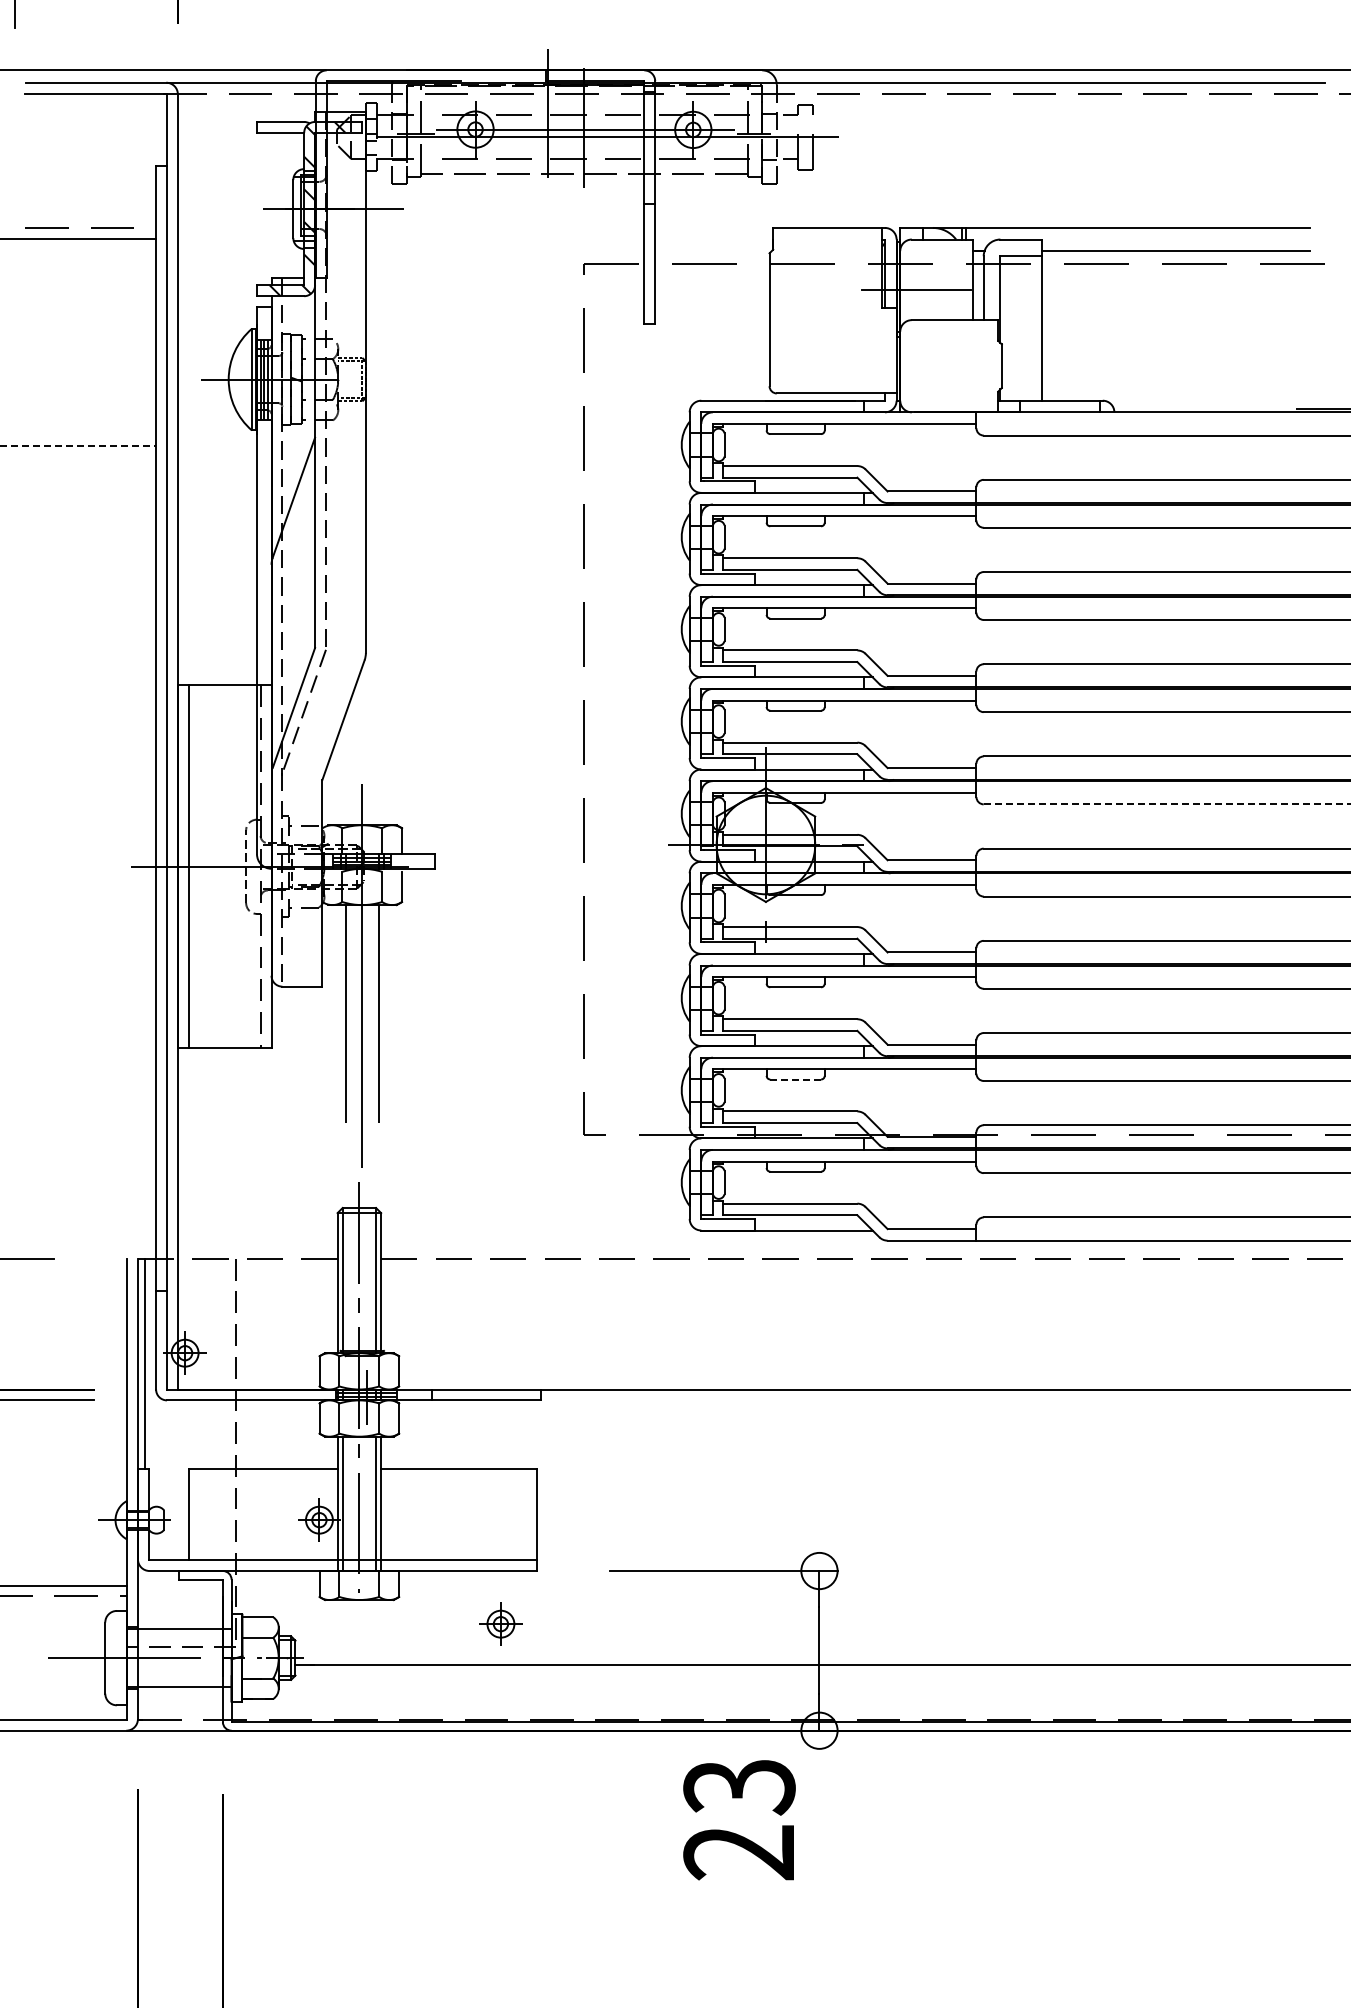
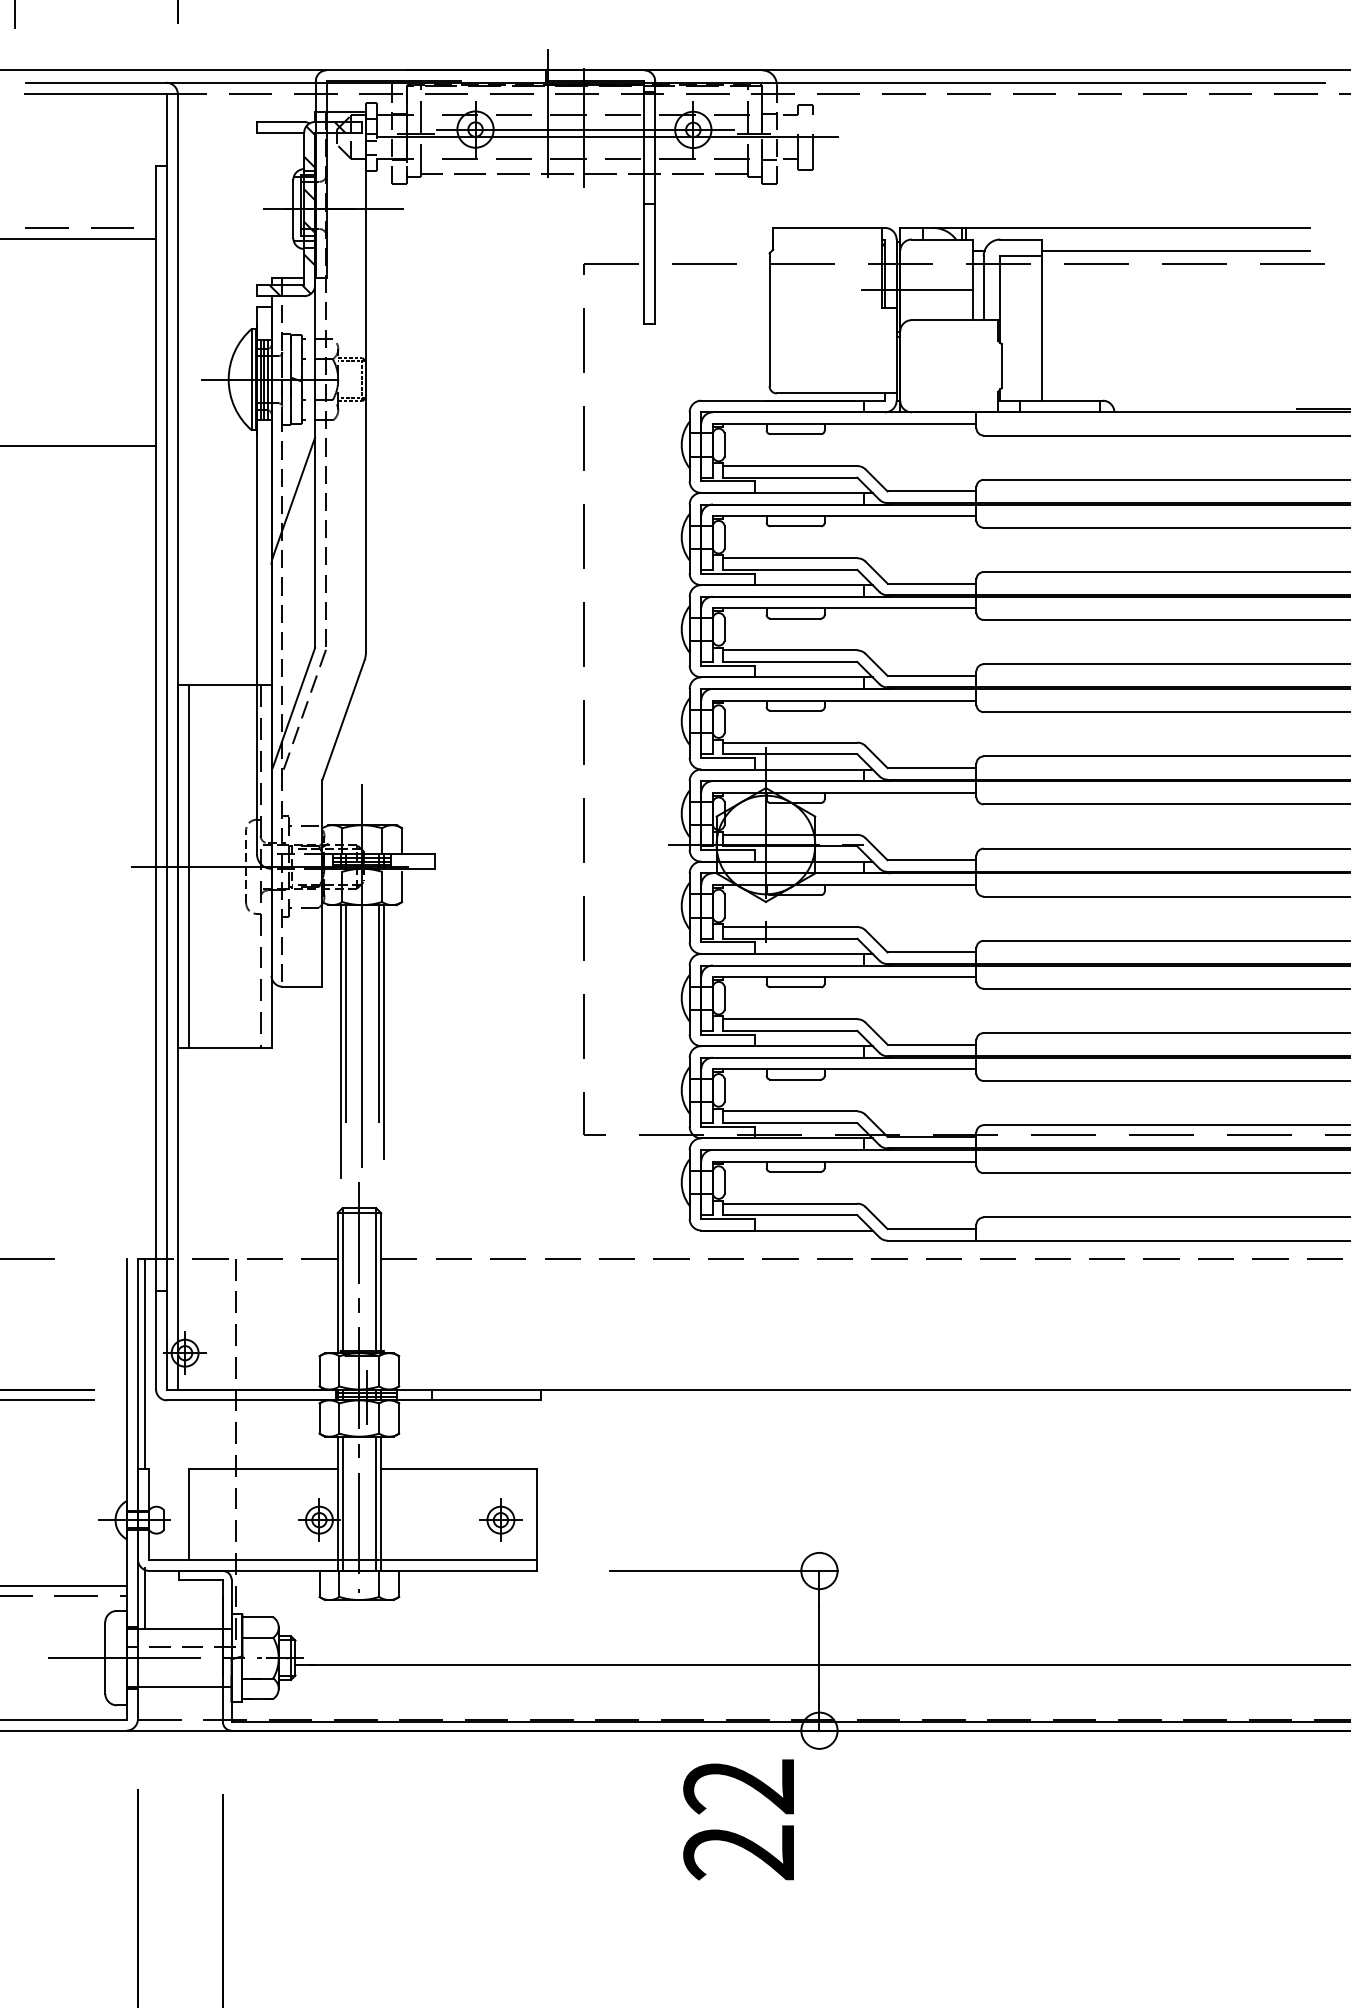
line at (78, 445): dashed -> solid
line at (1167, 804): dashed -> solid
line at (384, 1031): none -> present
line at (340, 1041): none -> present
line at (796, 1079): dashed -> solid
line at (145, 1598): none -> present
part at (500, 1623) position: (500, 1623) -> (500, 1519)
text at (739, 1787): 23 -> 22
